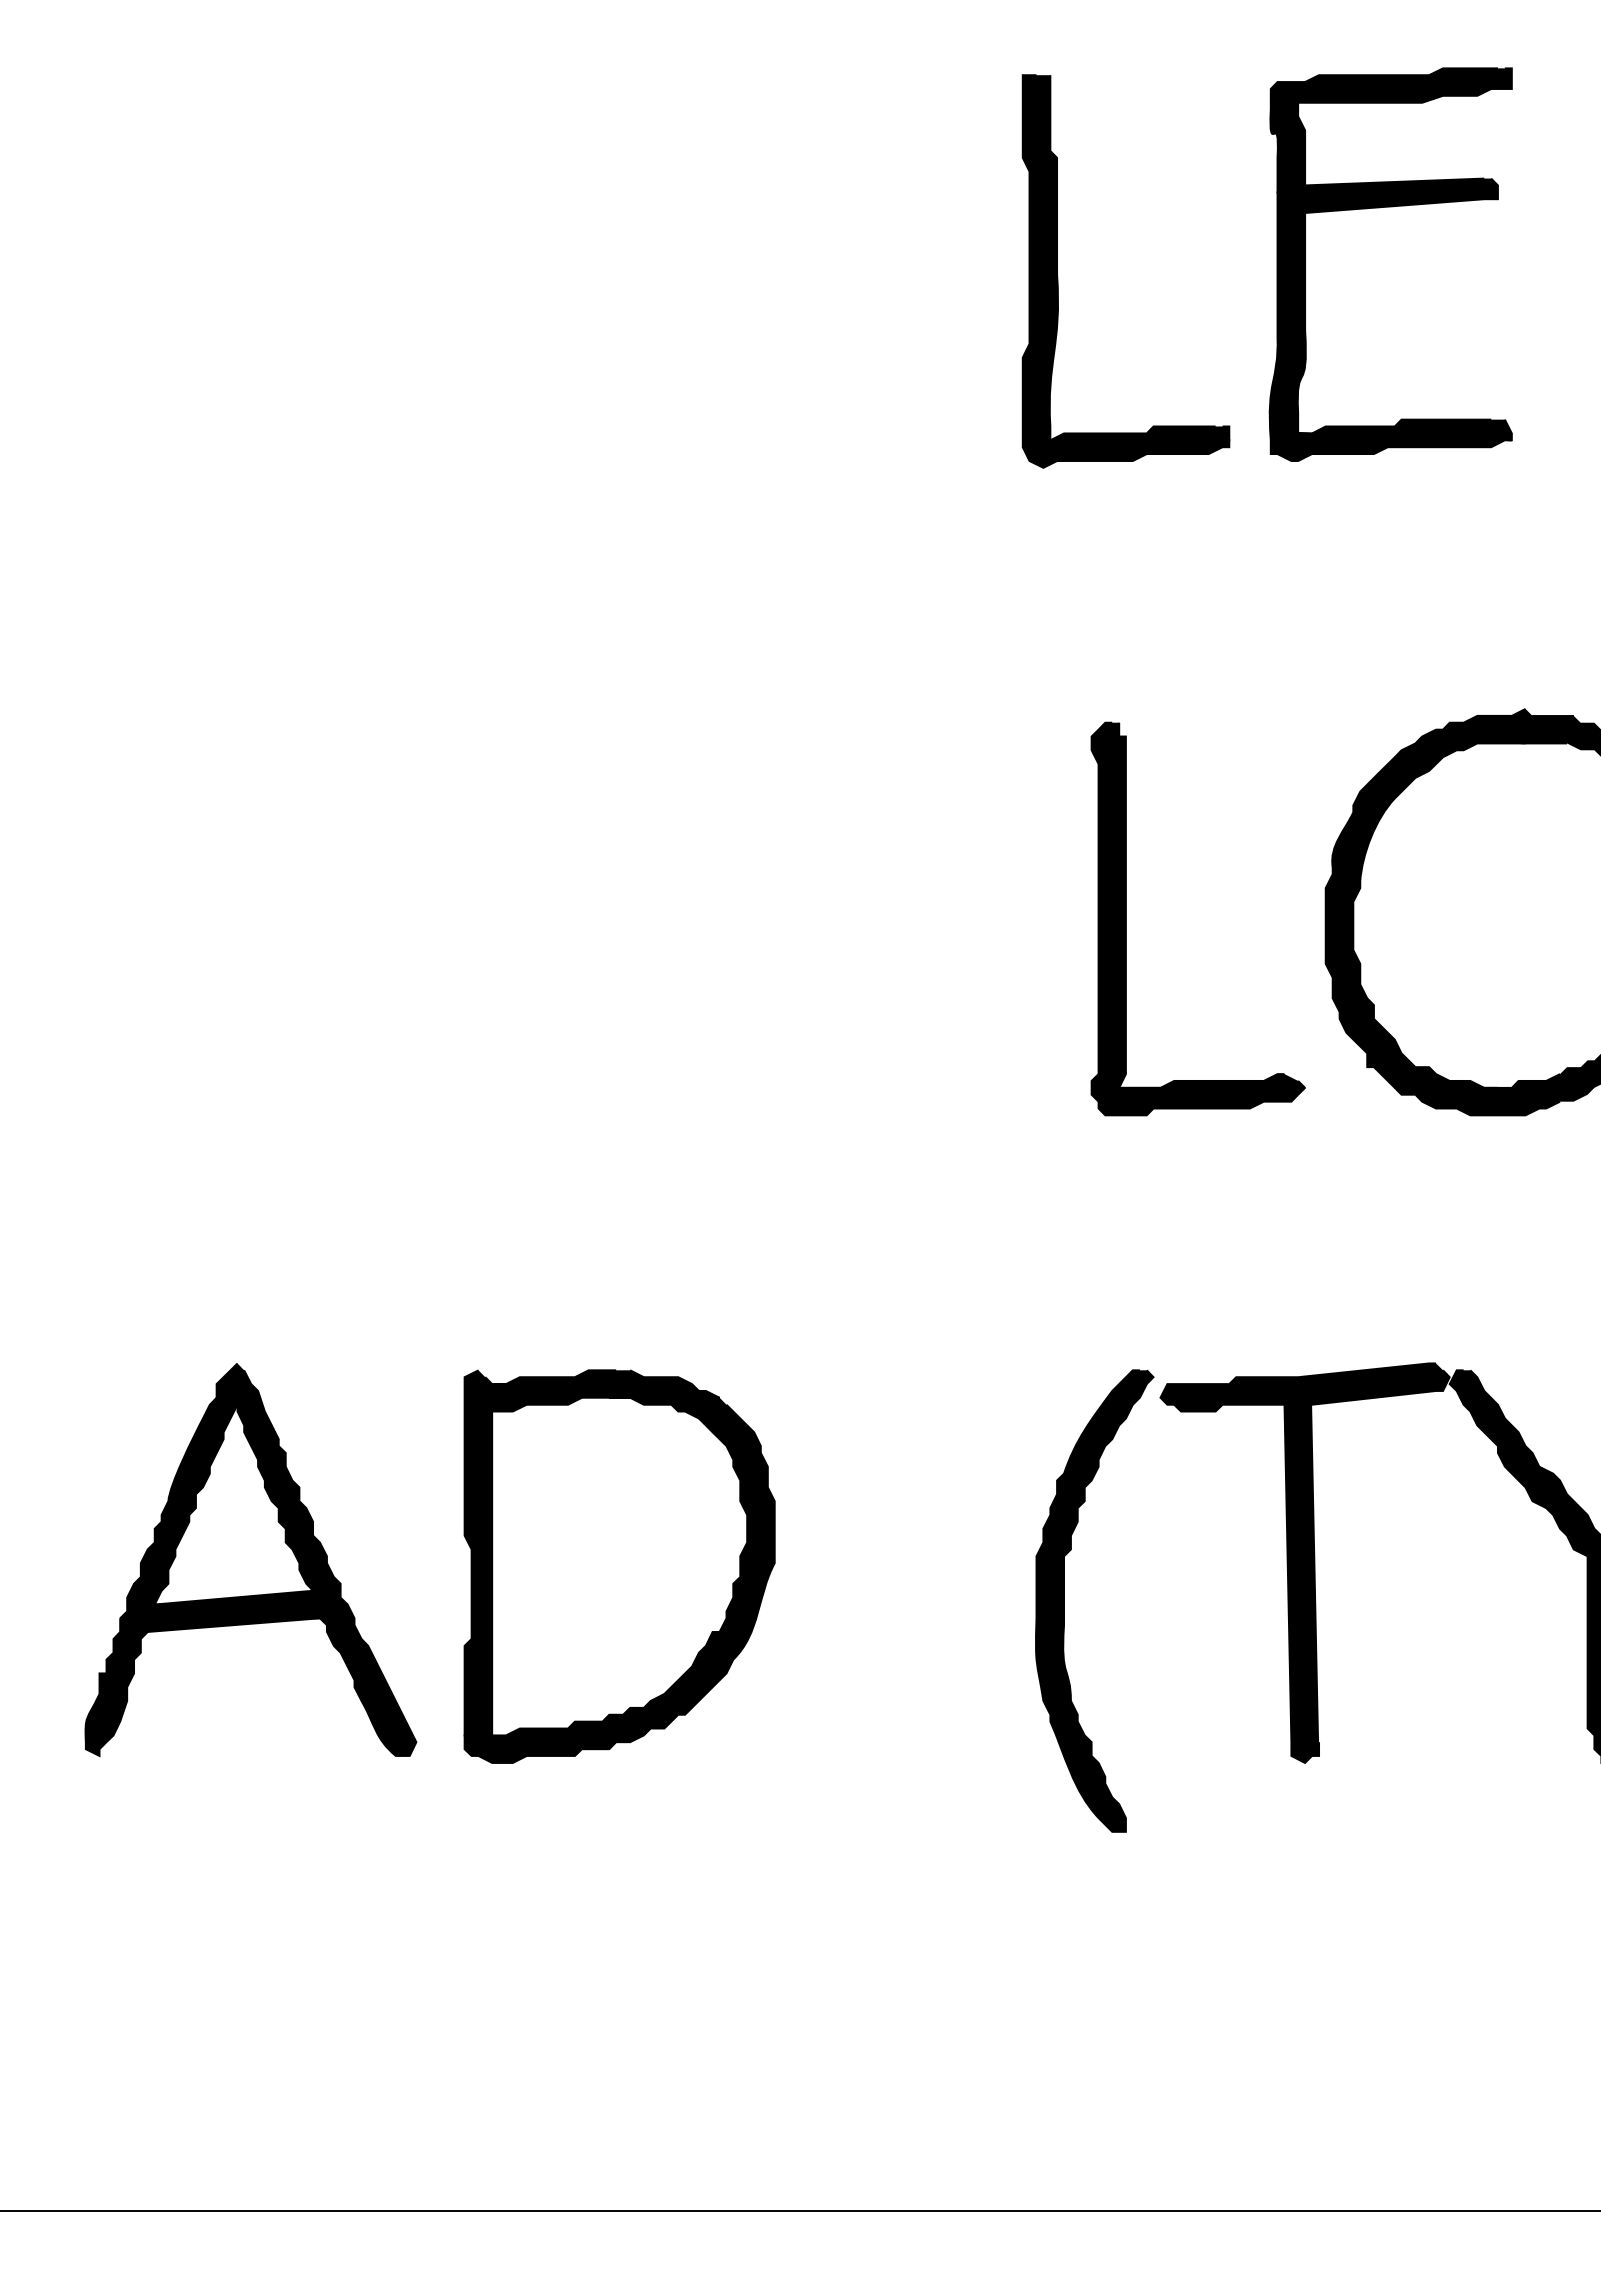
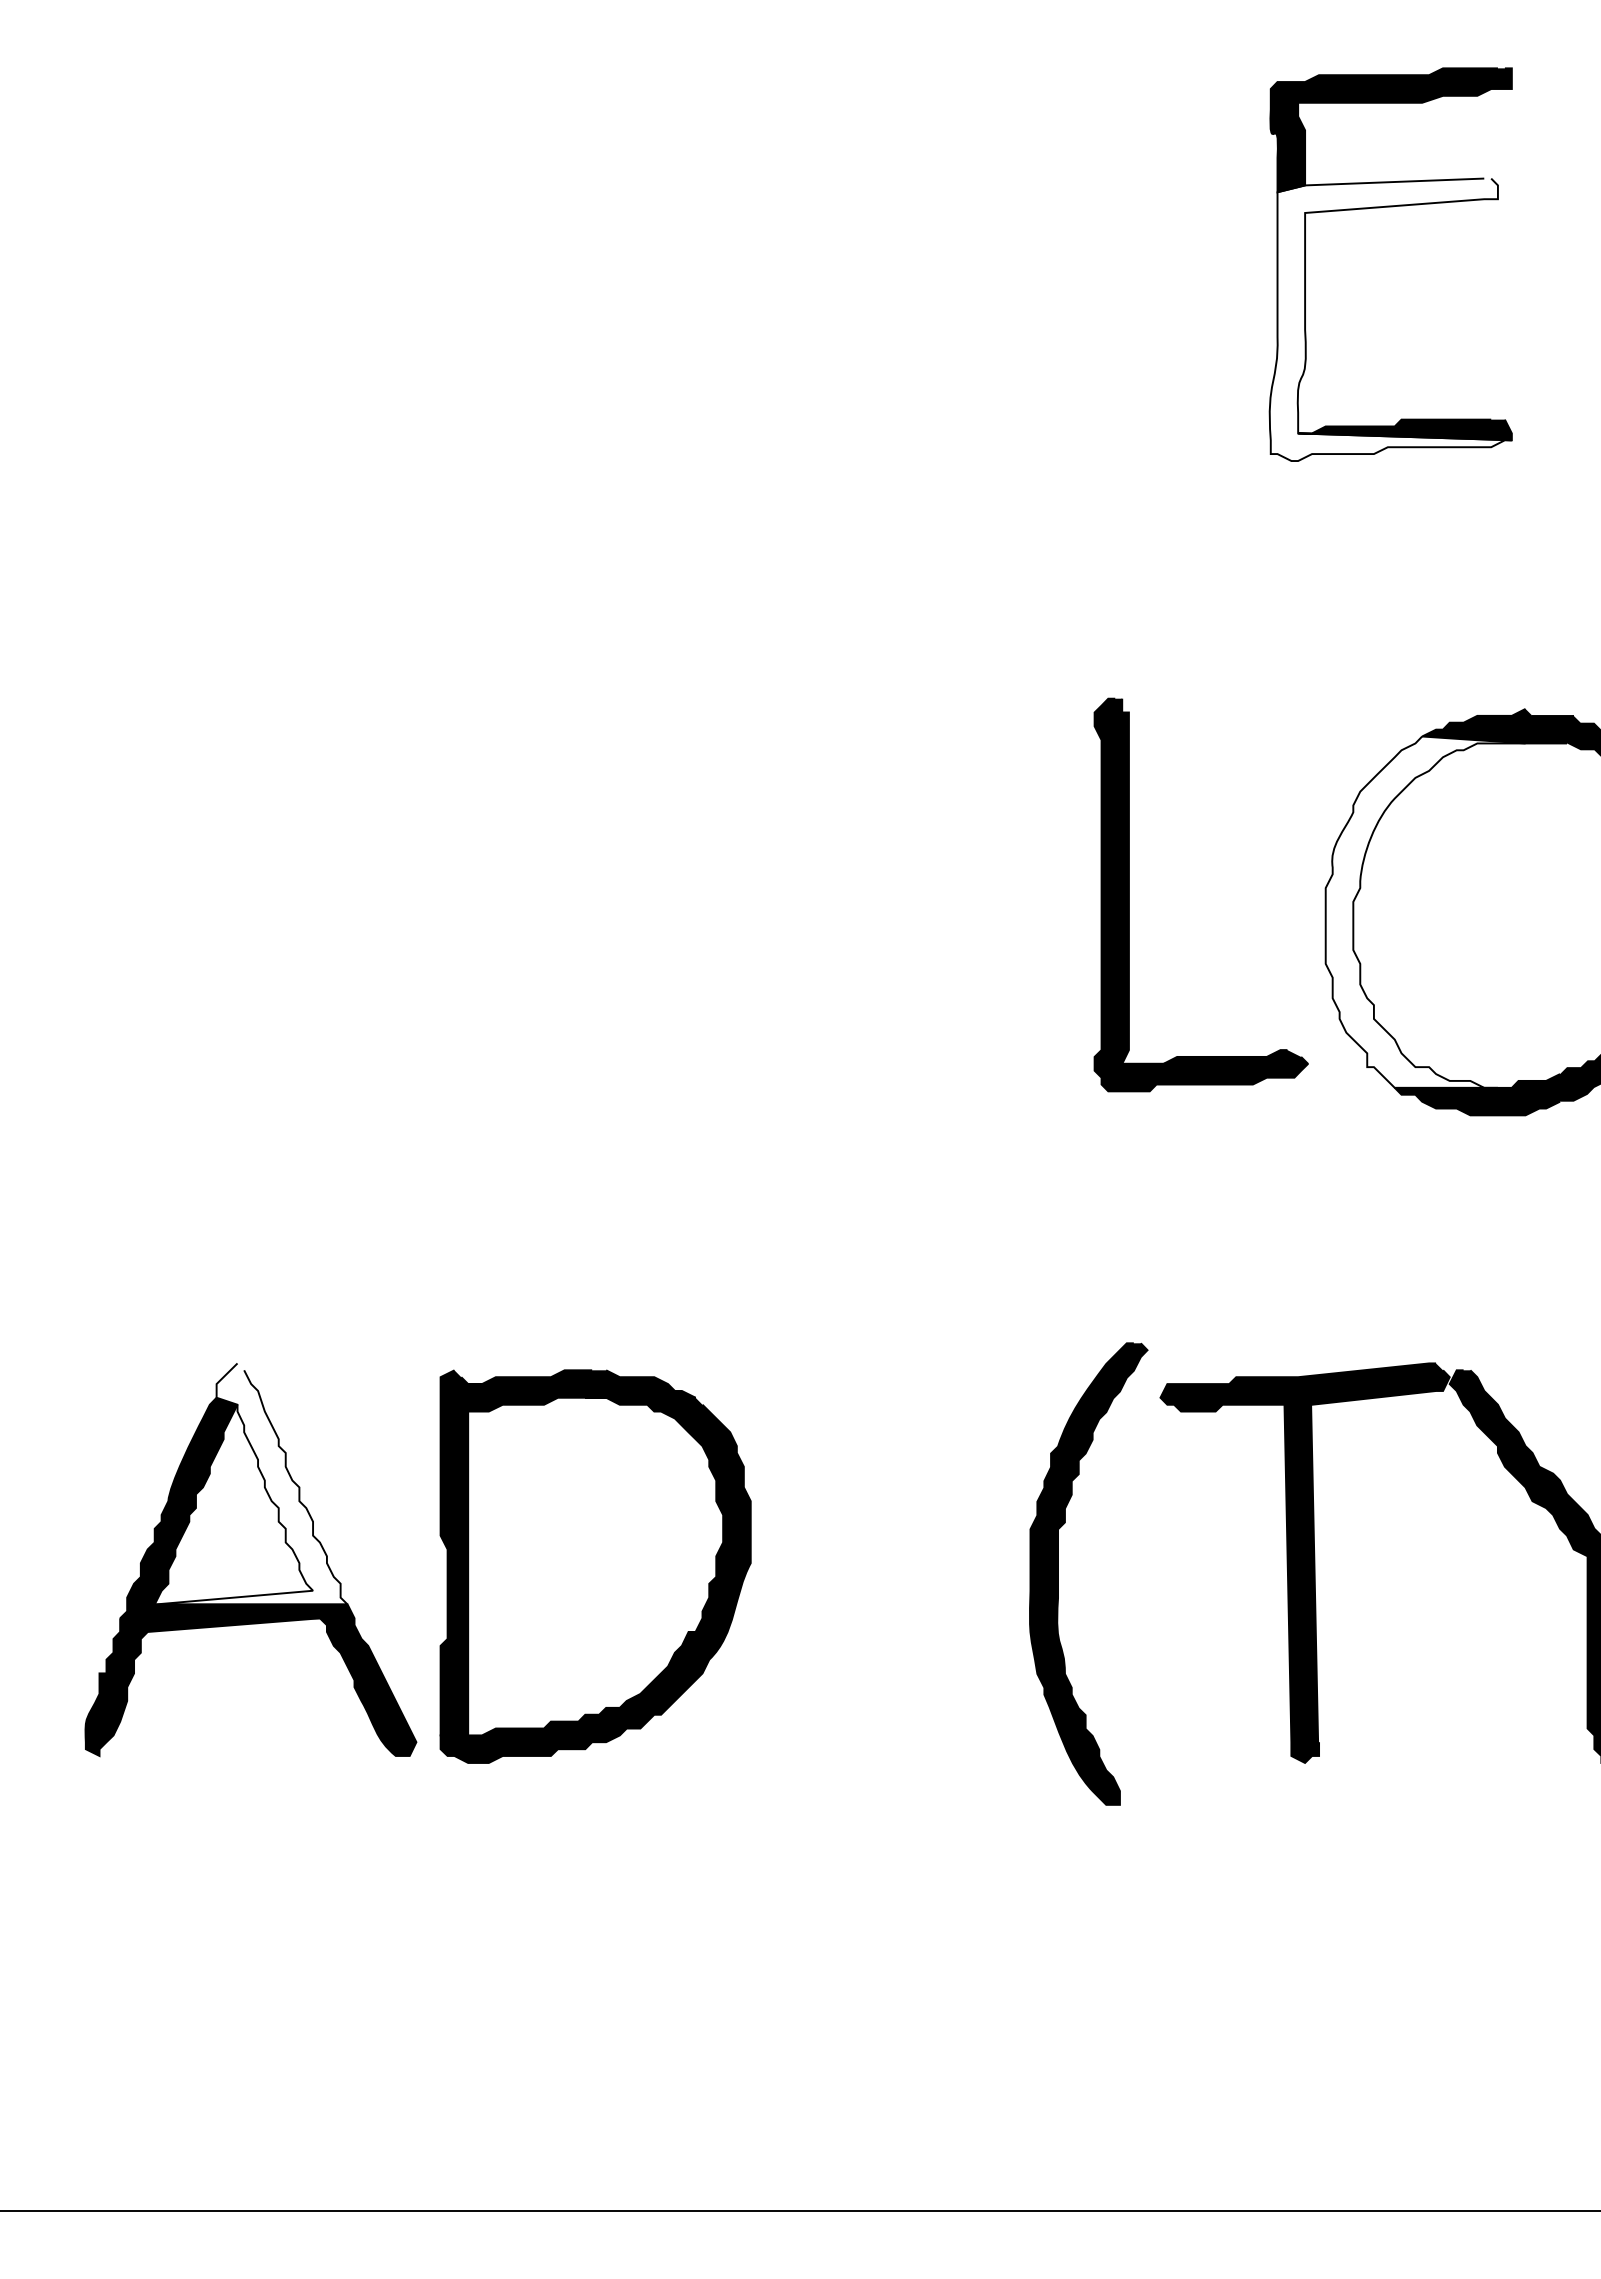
part at (1058, 276): present -> none
fill at (1390, 319): present -> none
fill at (1425, 911): present -> none
part at (1126, 918) position: (1126, 918) -> (1129, 894)
fill at (250, 1483): present -> none
part at (619, 1566) position: (619, 1566) -> (595, 1566)
part at (1064, 1600) position: (1064, 1600) -> (1058, 1573)
